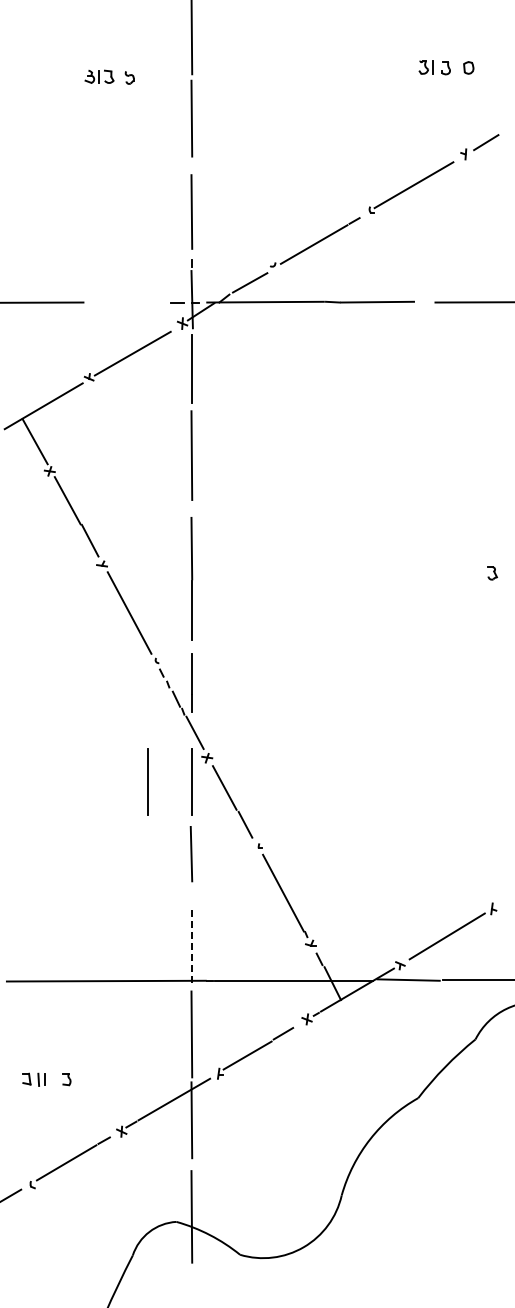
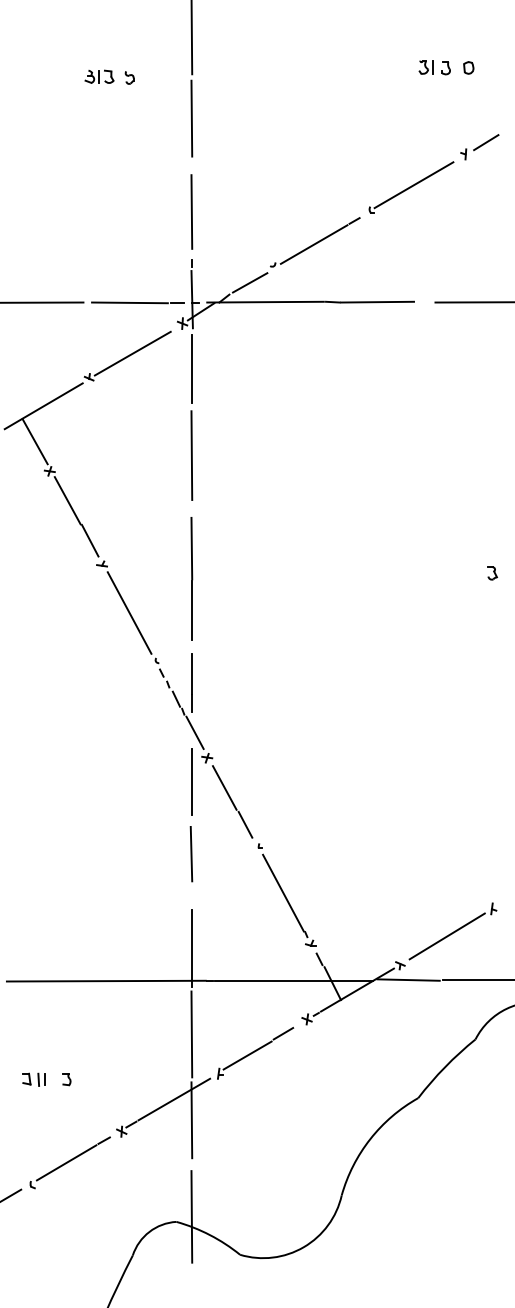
line at (129, 302): none -> present
line at (147, 781): present -> none
line at (191, 948): dashed -> solid
